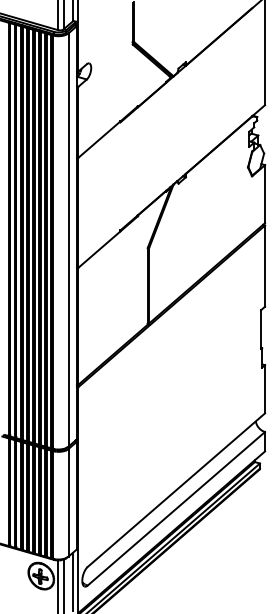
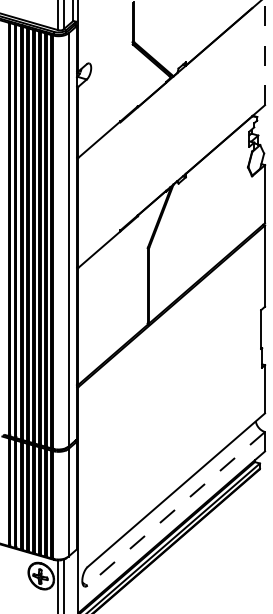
line at (265, 52): solid -> dashed
line at (175, 509): solid -> dashed
line at (73, 581): present -> none
